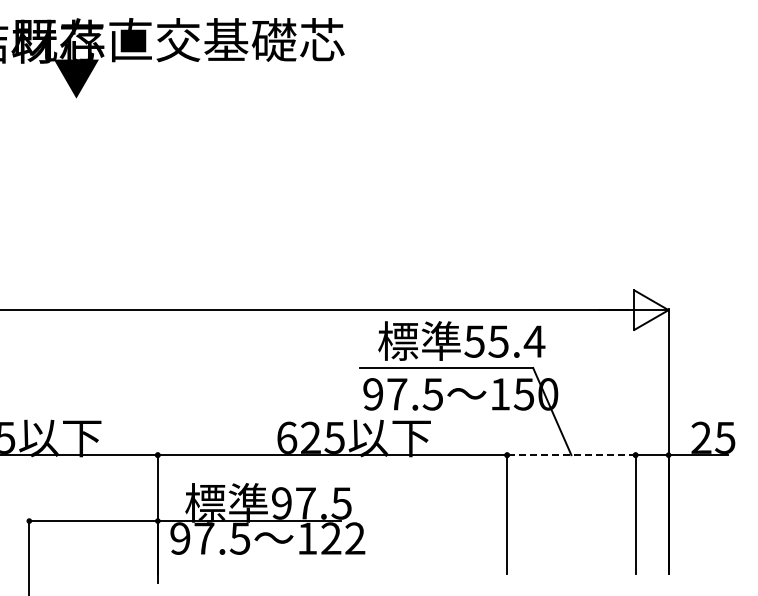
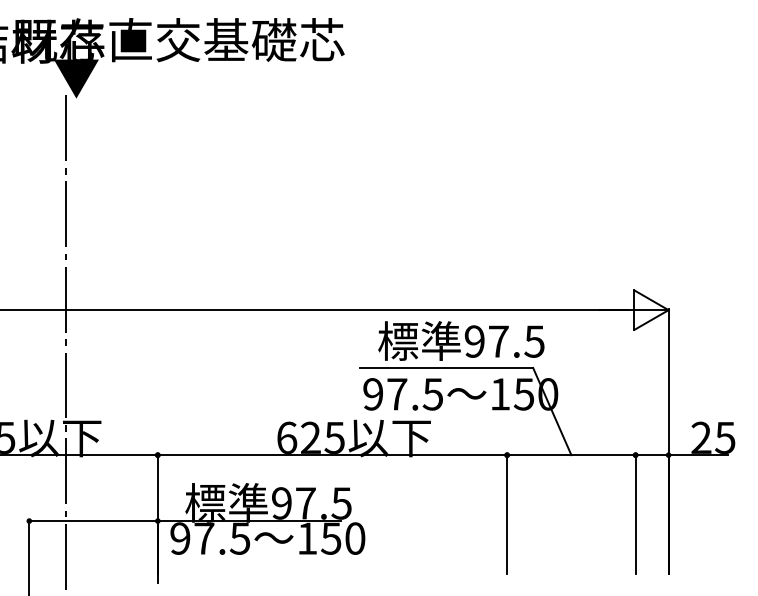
text at (504, 341): 55.4 -> 97.5
line at (65, 343): none -> present
line at (570, 455): dashed -> solid
text at (343, 538): 122 -> 150
